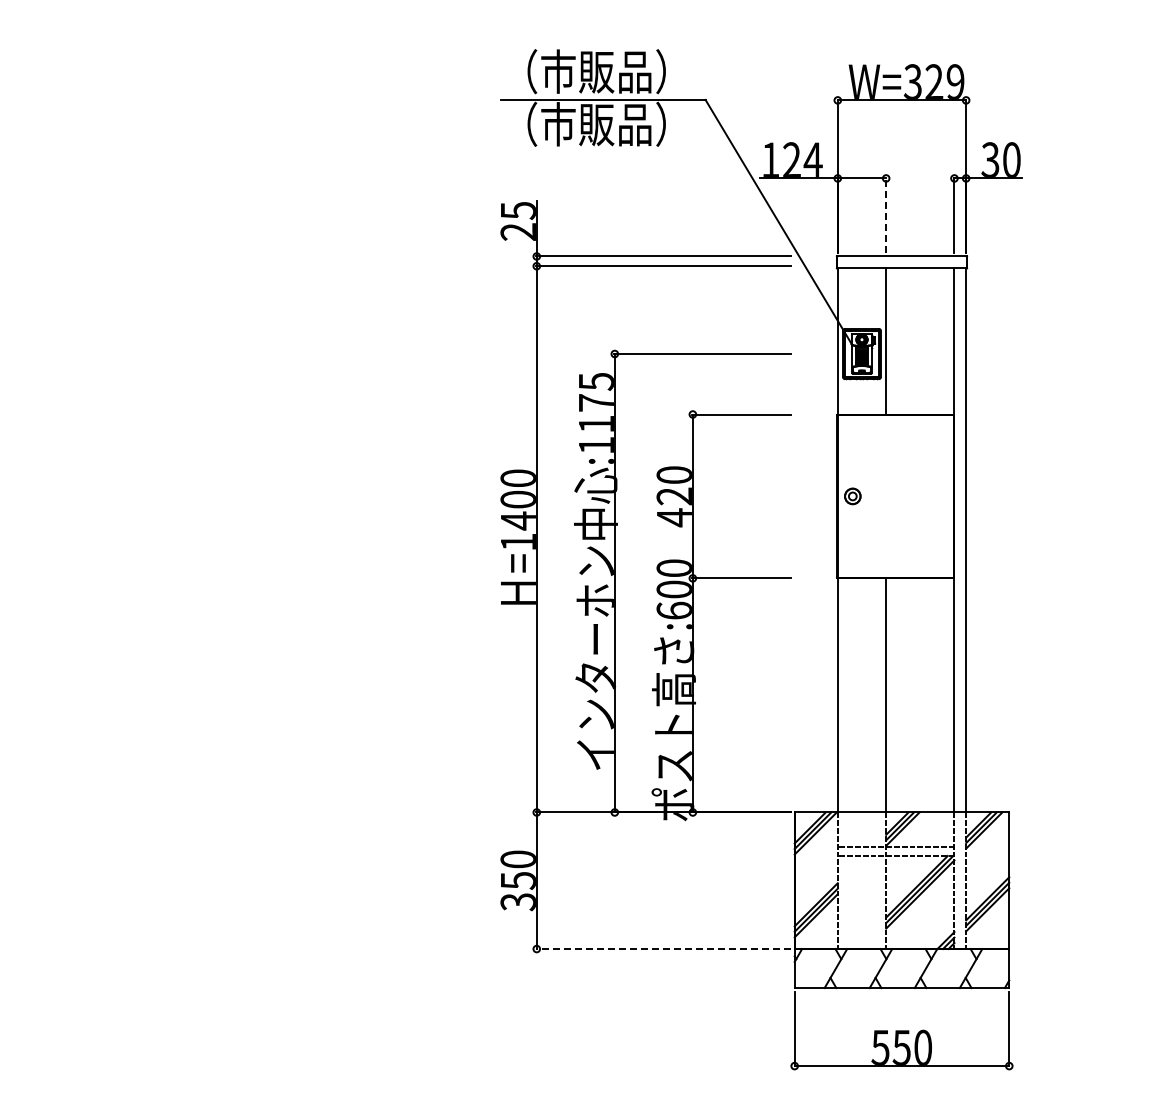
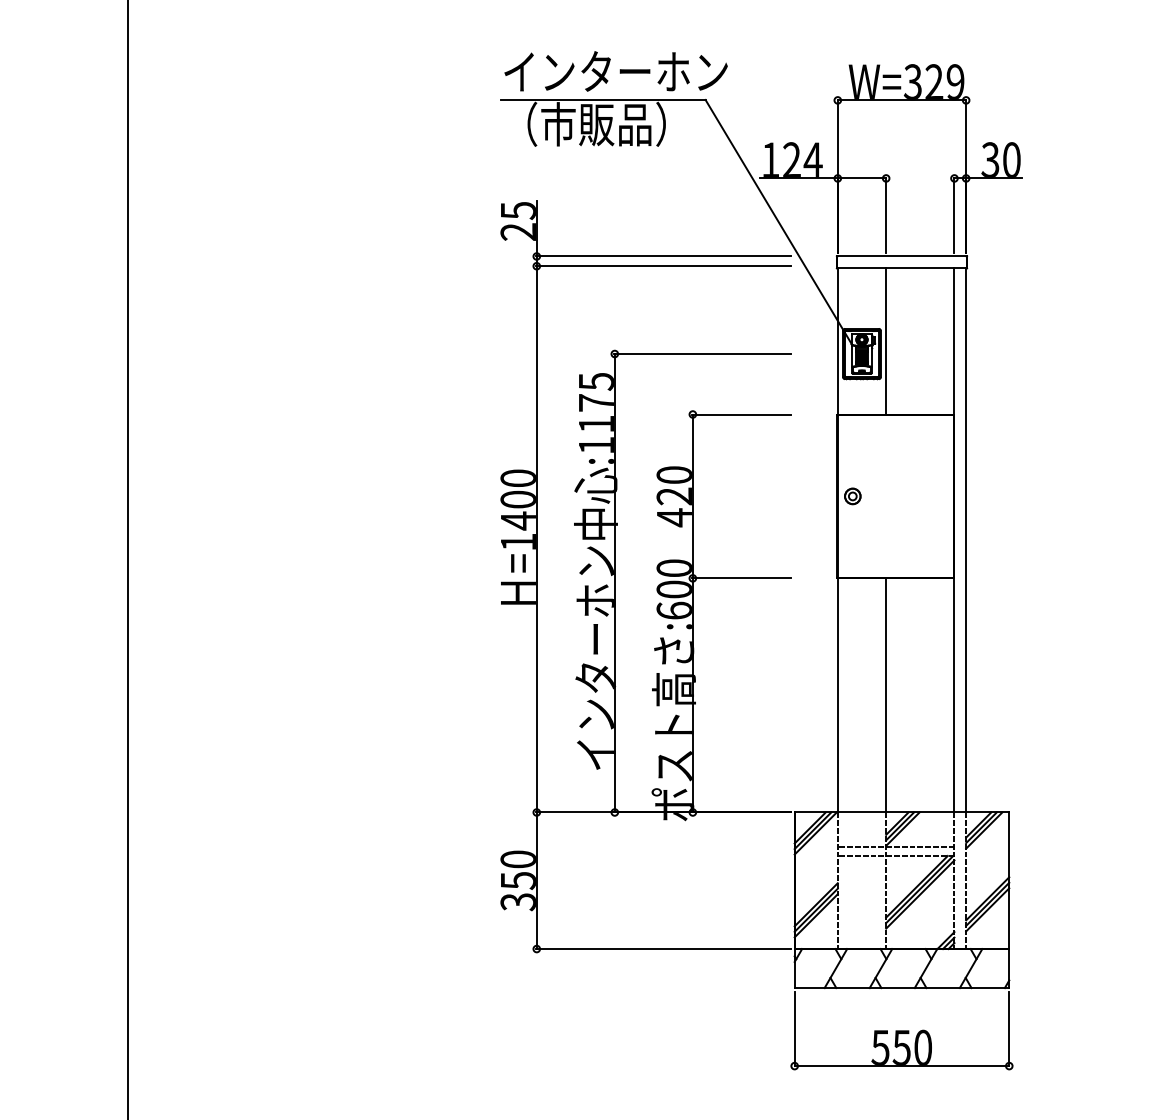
text at (615, 71): （市販品） -> インターホン
line at (886, 214): dashed -> solid
line at (128, 559): none -> present
line at (663, 949): dashed -> solid
